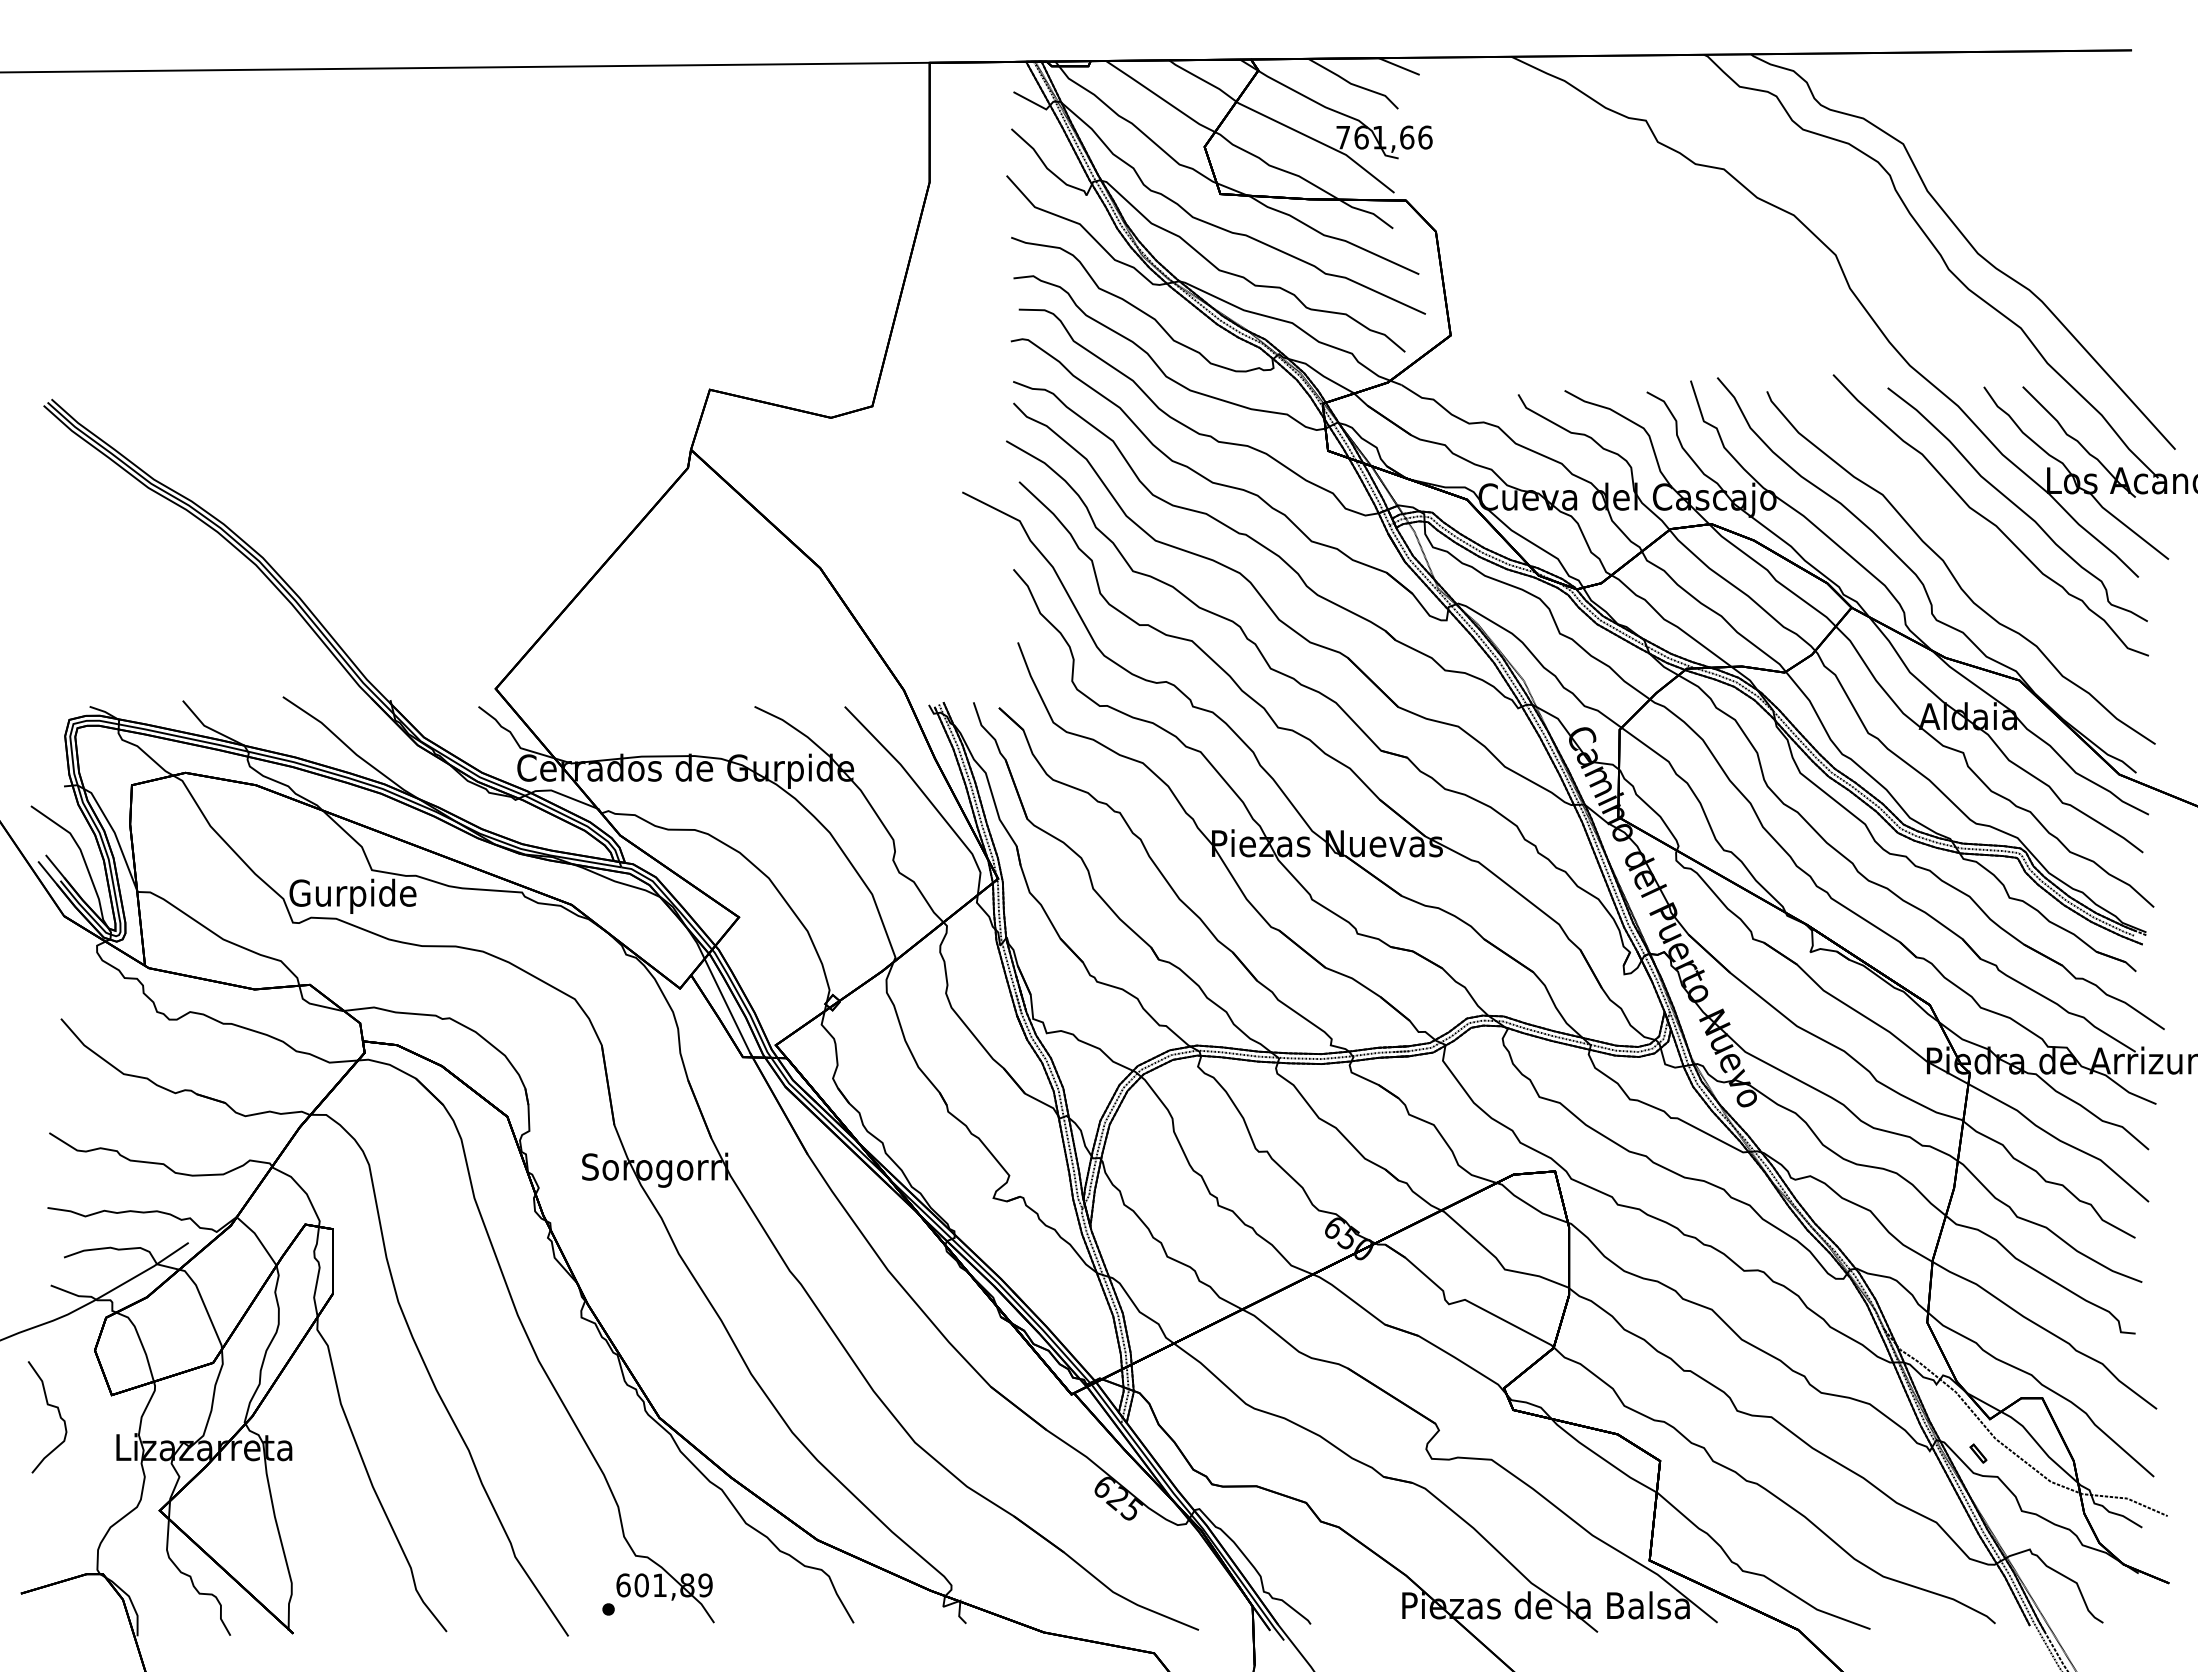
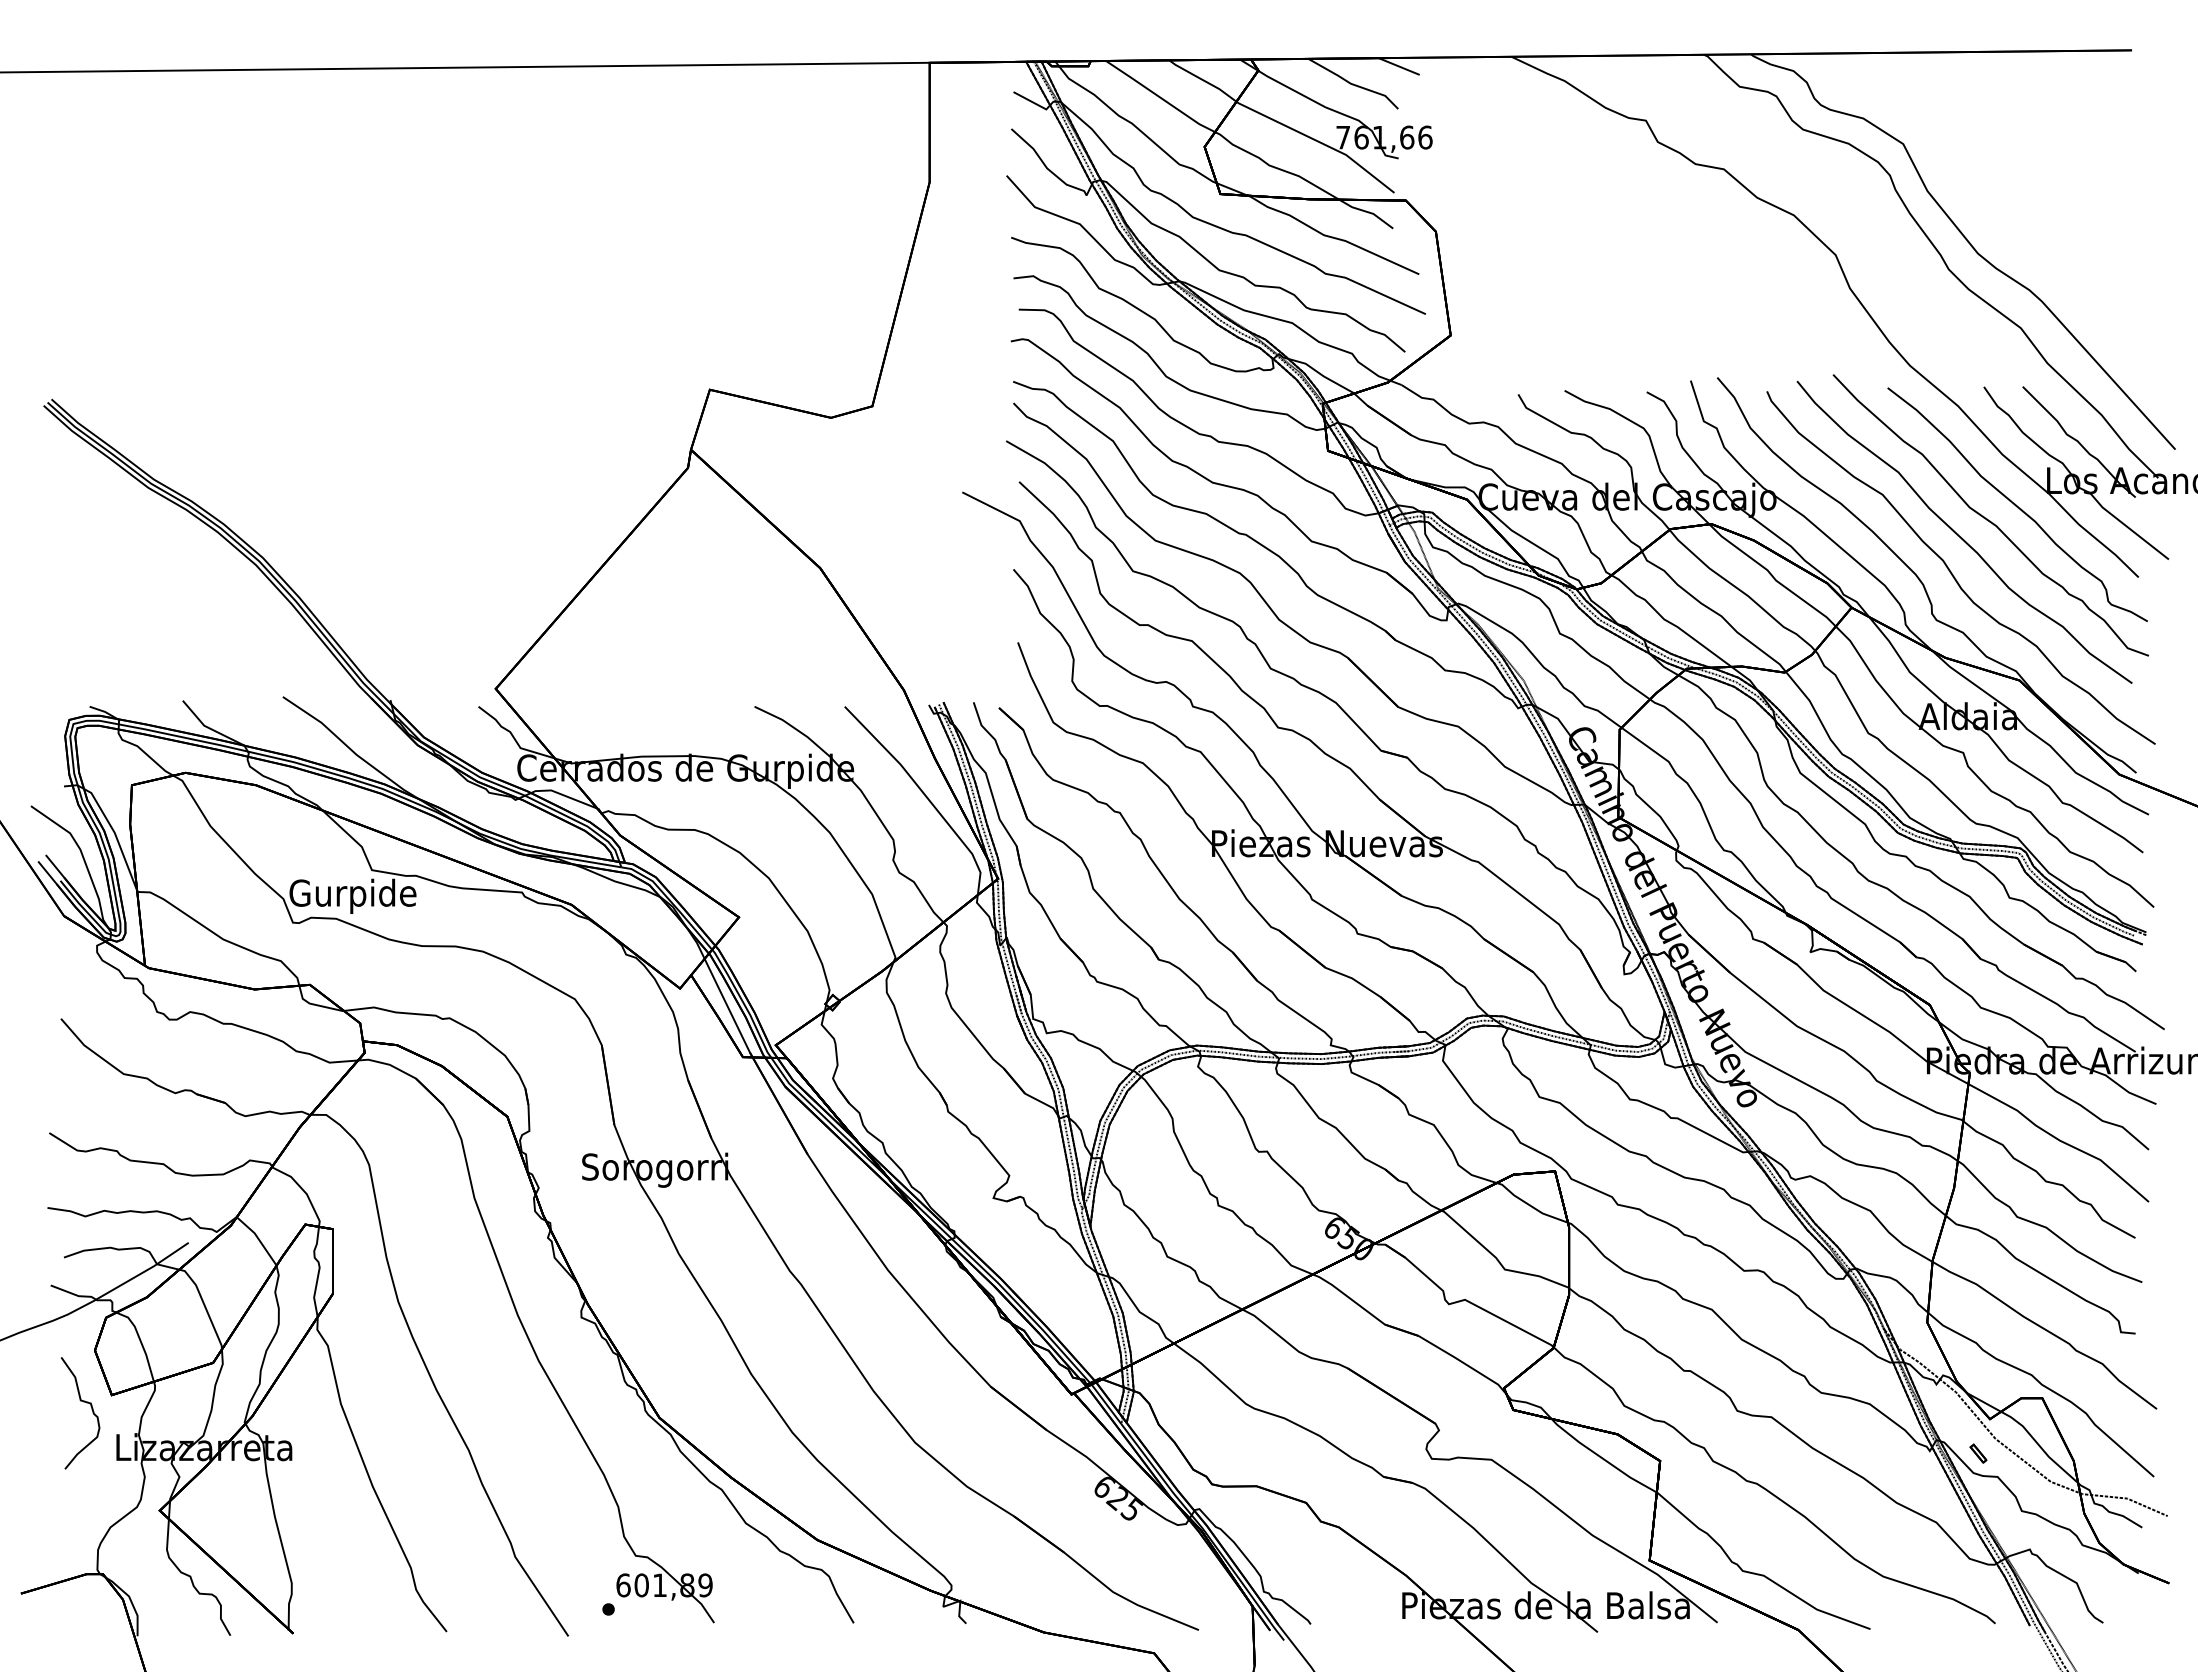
part at (1962, 537): none -> present
part at (50, 1406) position: (50, 1406) -> (83, 1402)
